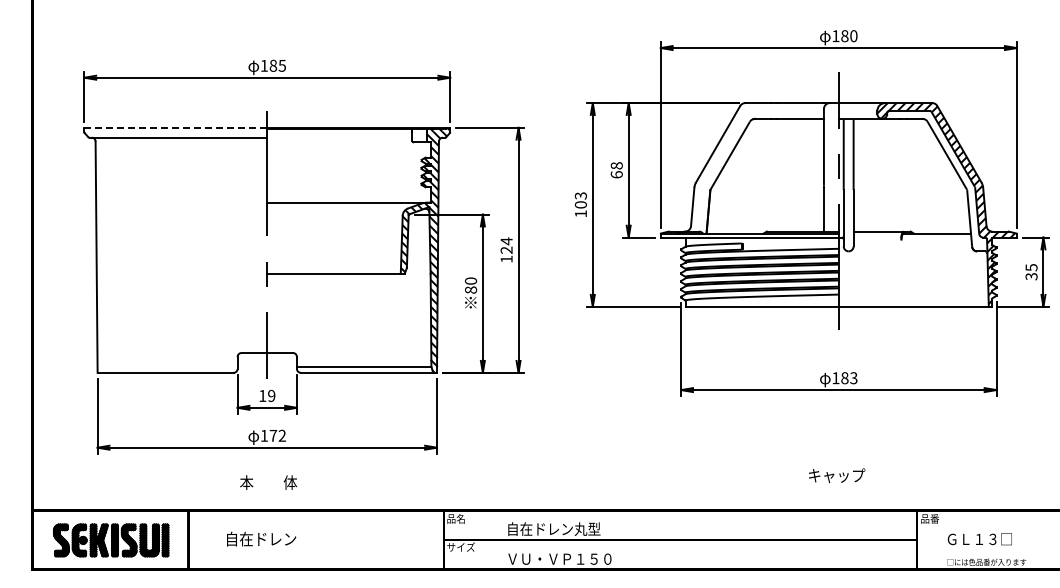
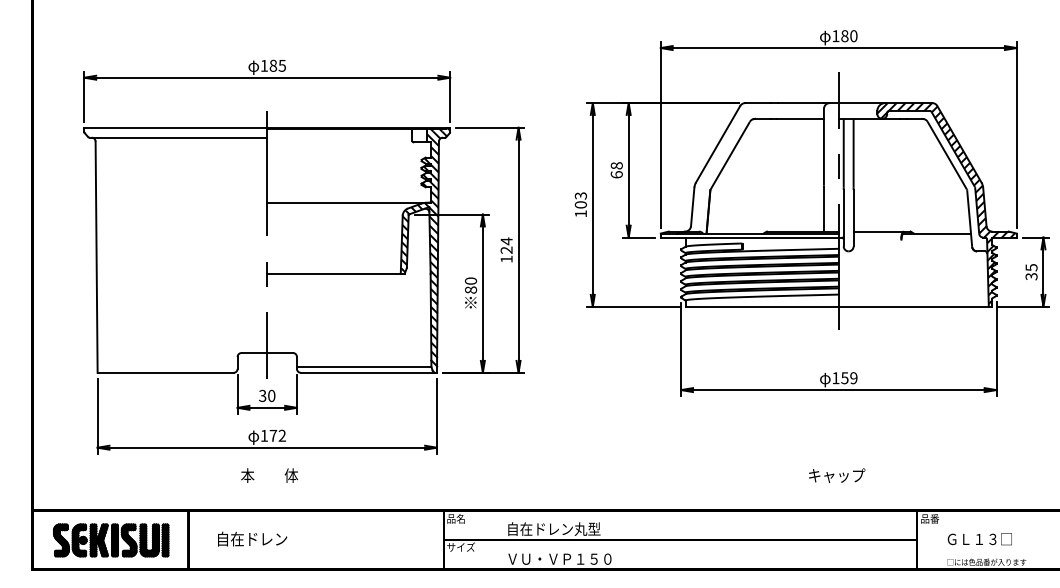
line at (176, 127): dashed -> solid
text at (849, 378): 183 -> 159
text at (267, 395): 19 -> 30
text at (268, 482) position: (268, 482) -> (269, 475)
text at (261, 538) position: (261, 538) -> (252, 538)
